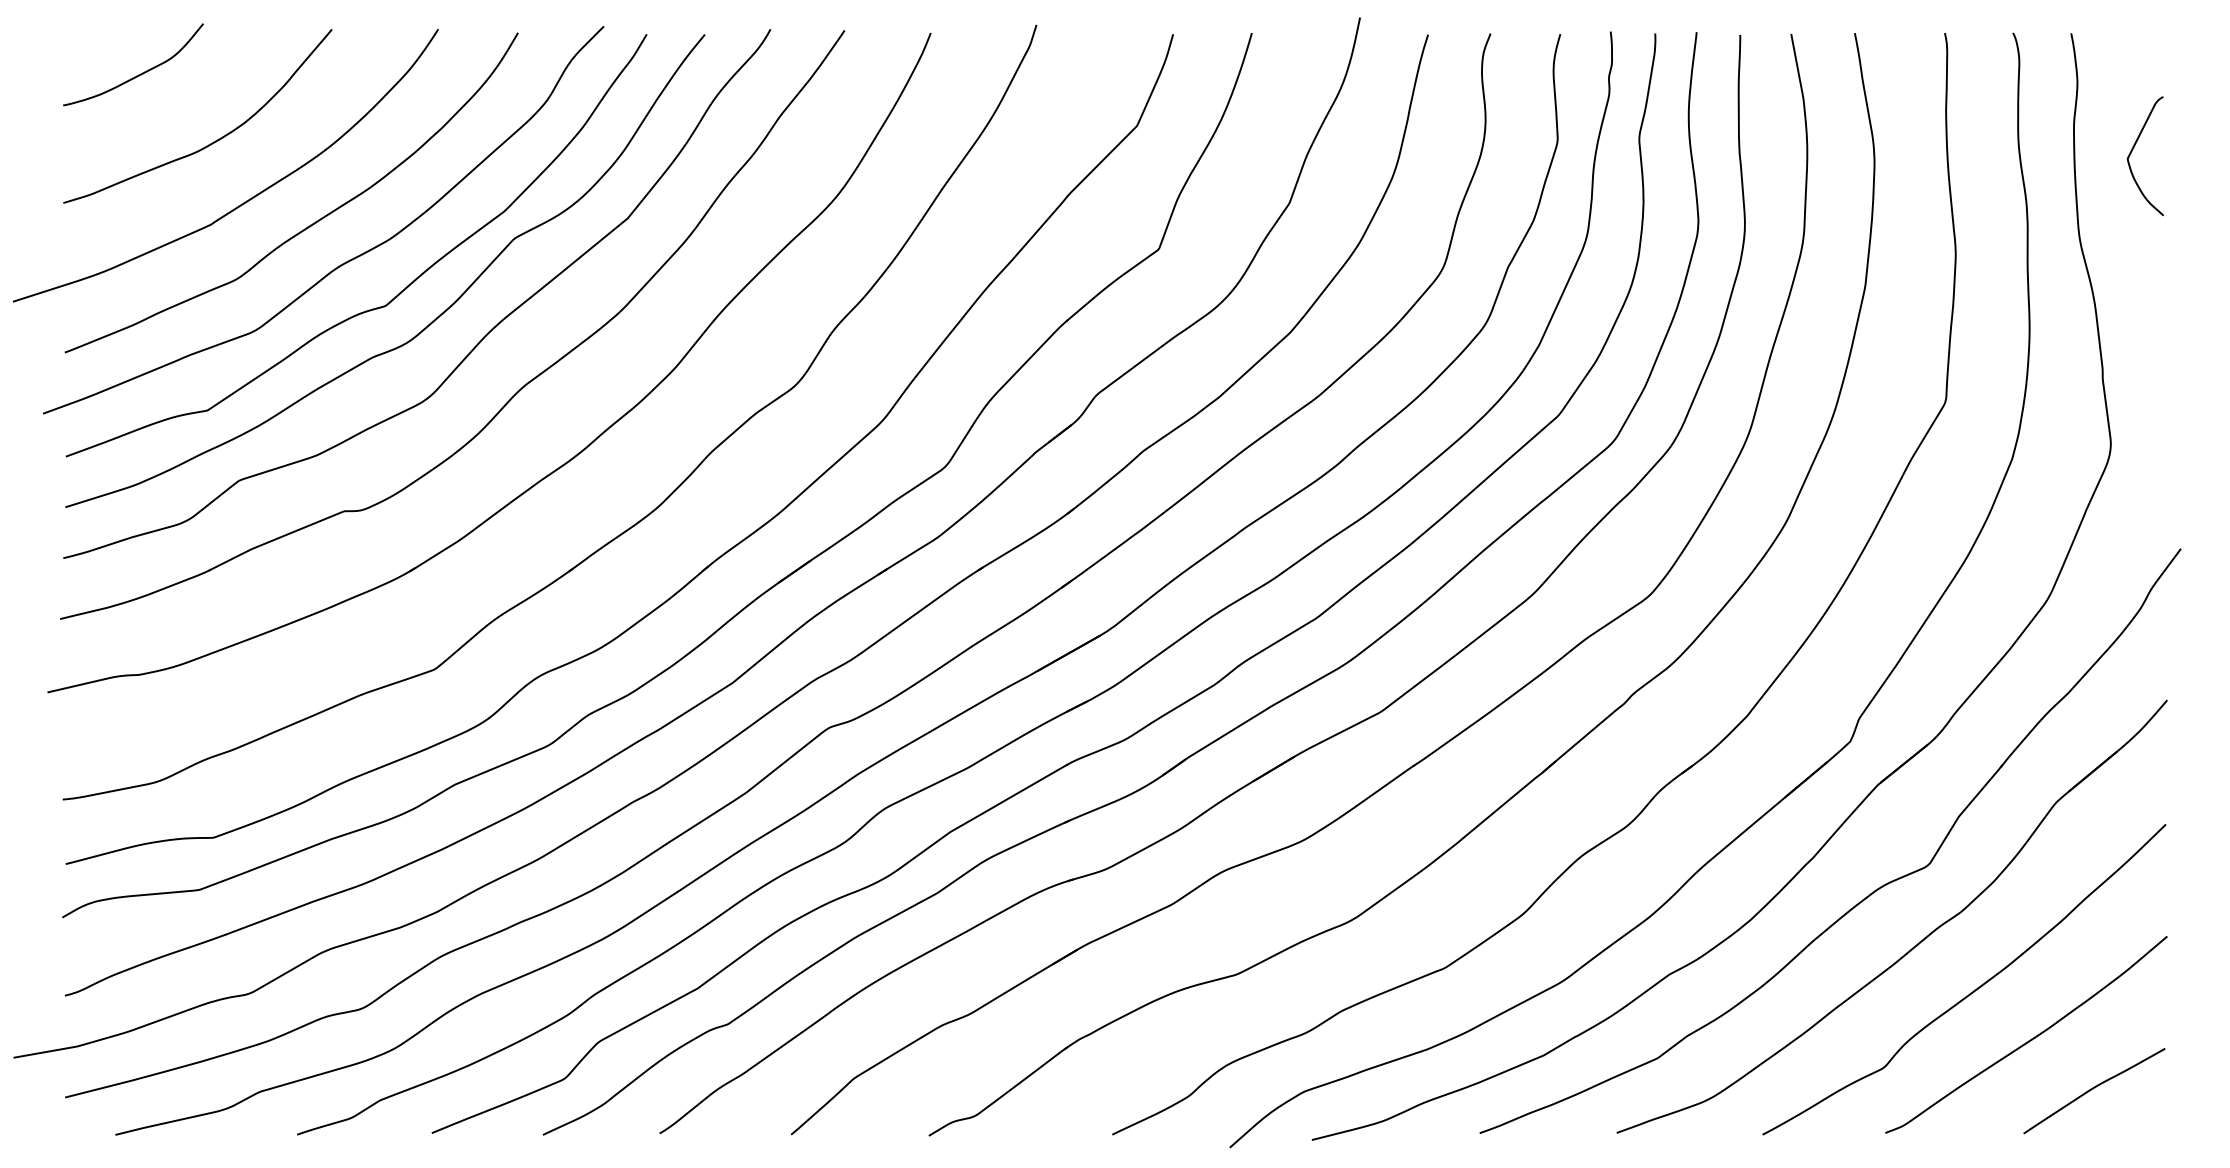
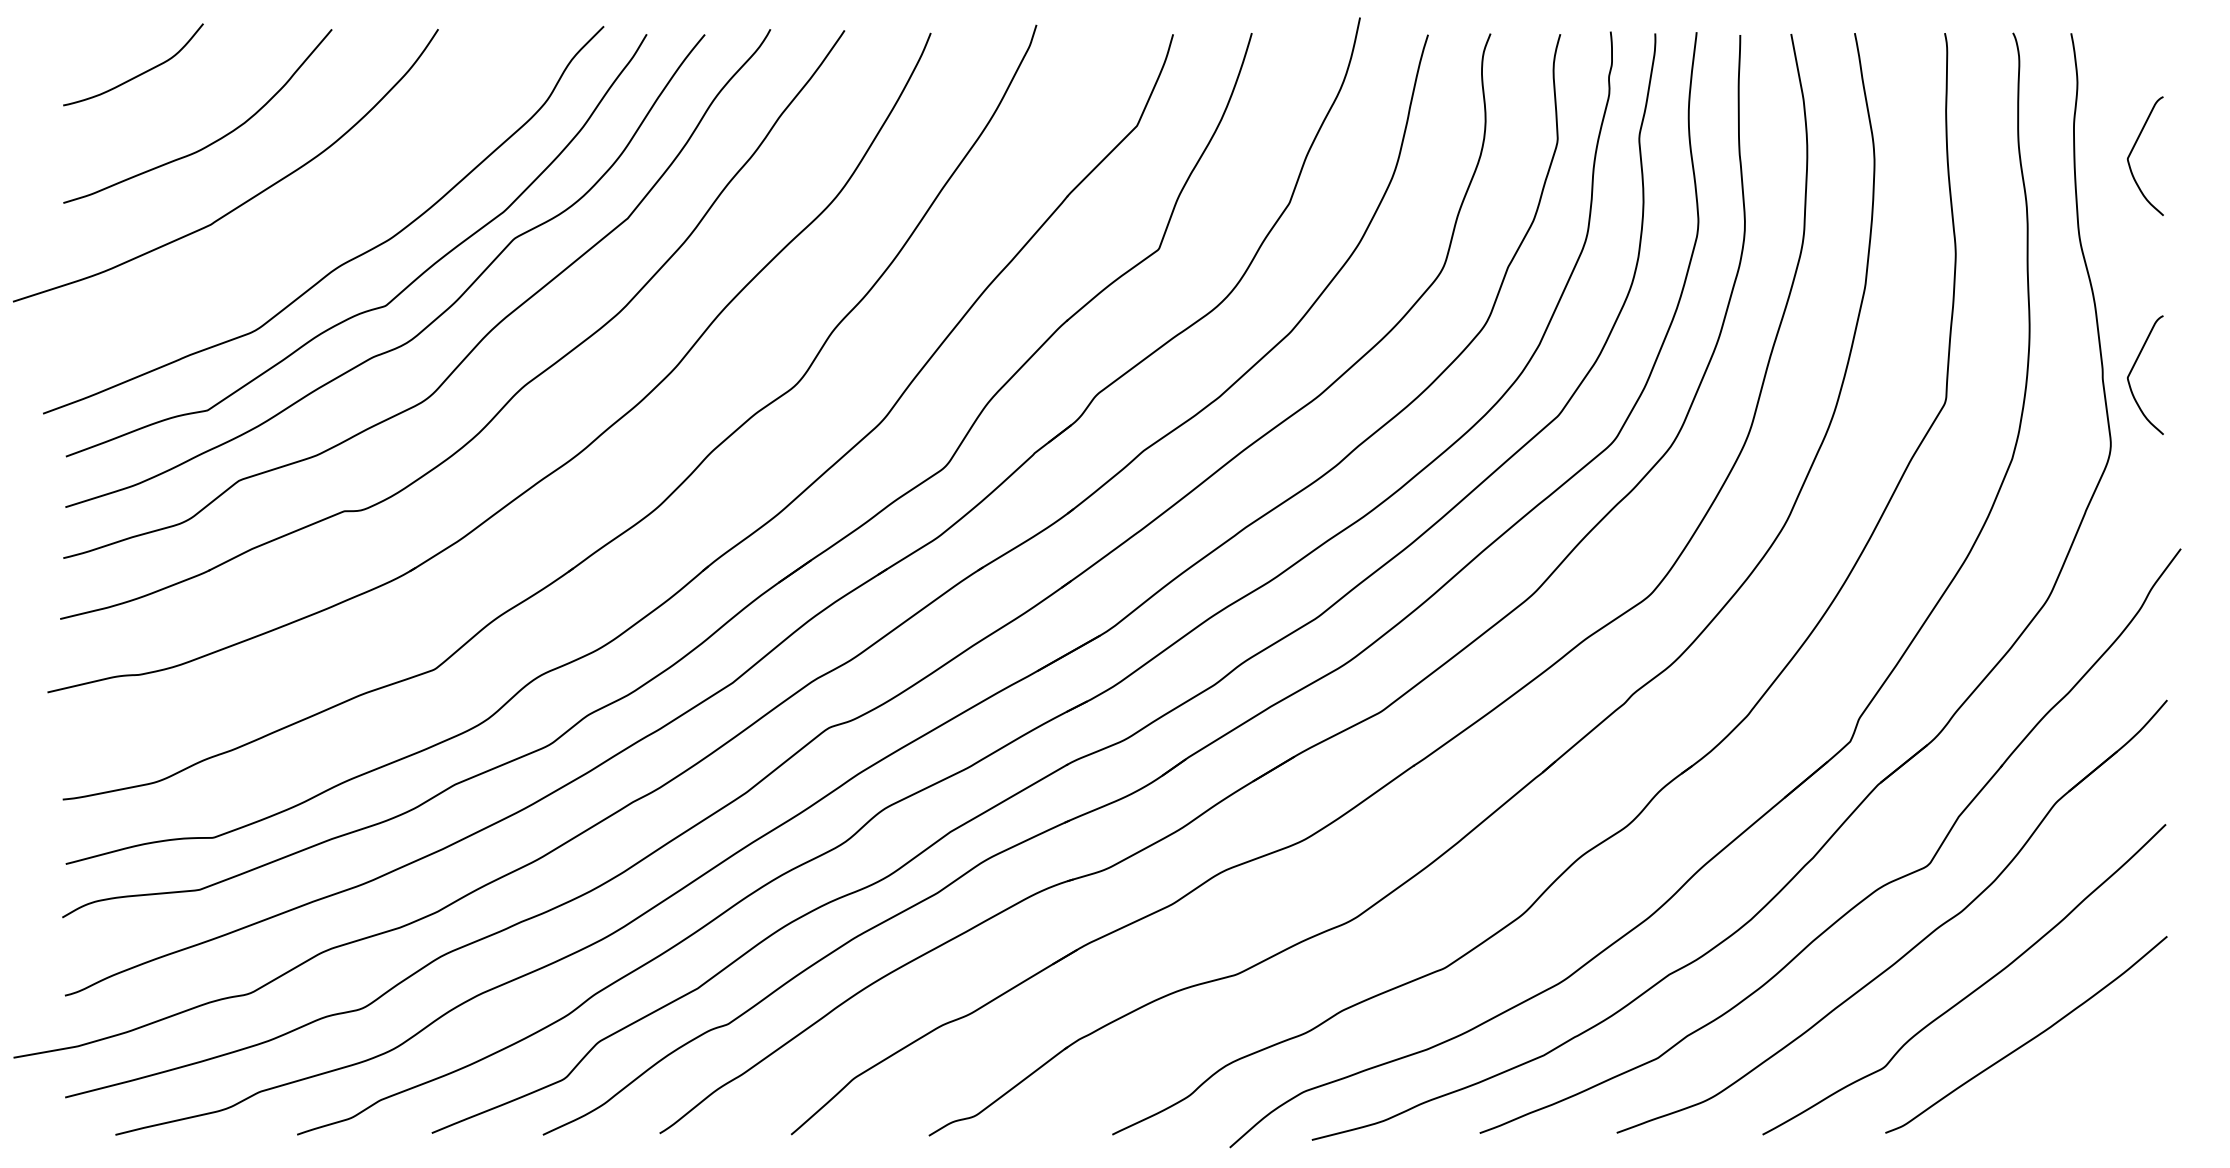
curve at (313, 222): present -> none
curve at (2133, 368): none -> present
curve at (2093, 1089): present -> none
